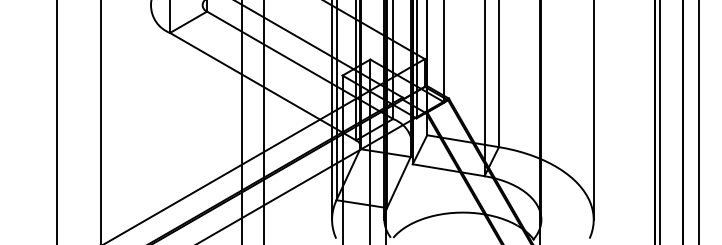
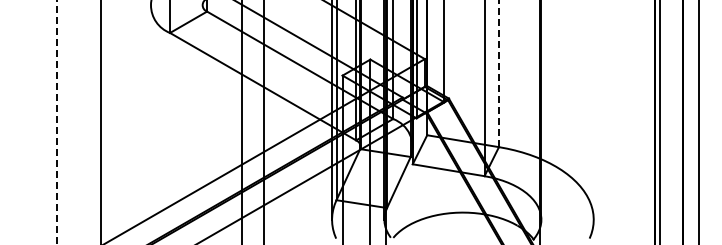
line at (498, 73): solid -> dashed
line at (593, 110): present -> none
line at (56, 121): solid -> dashed
